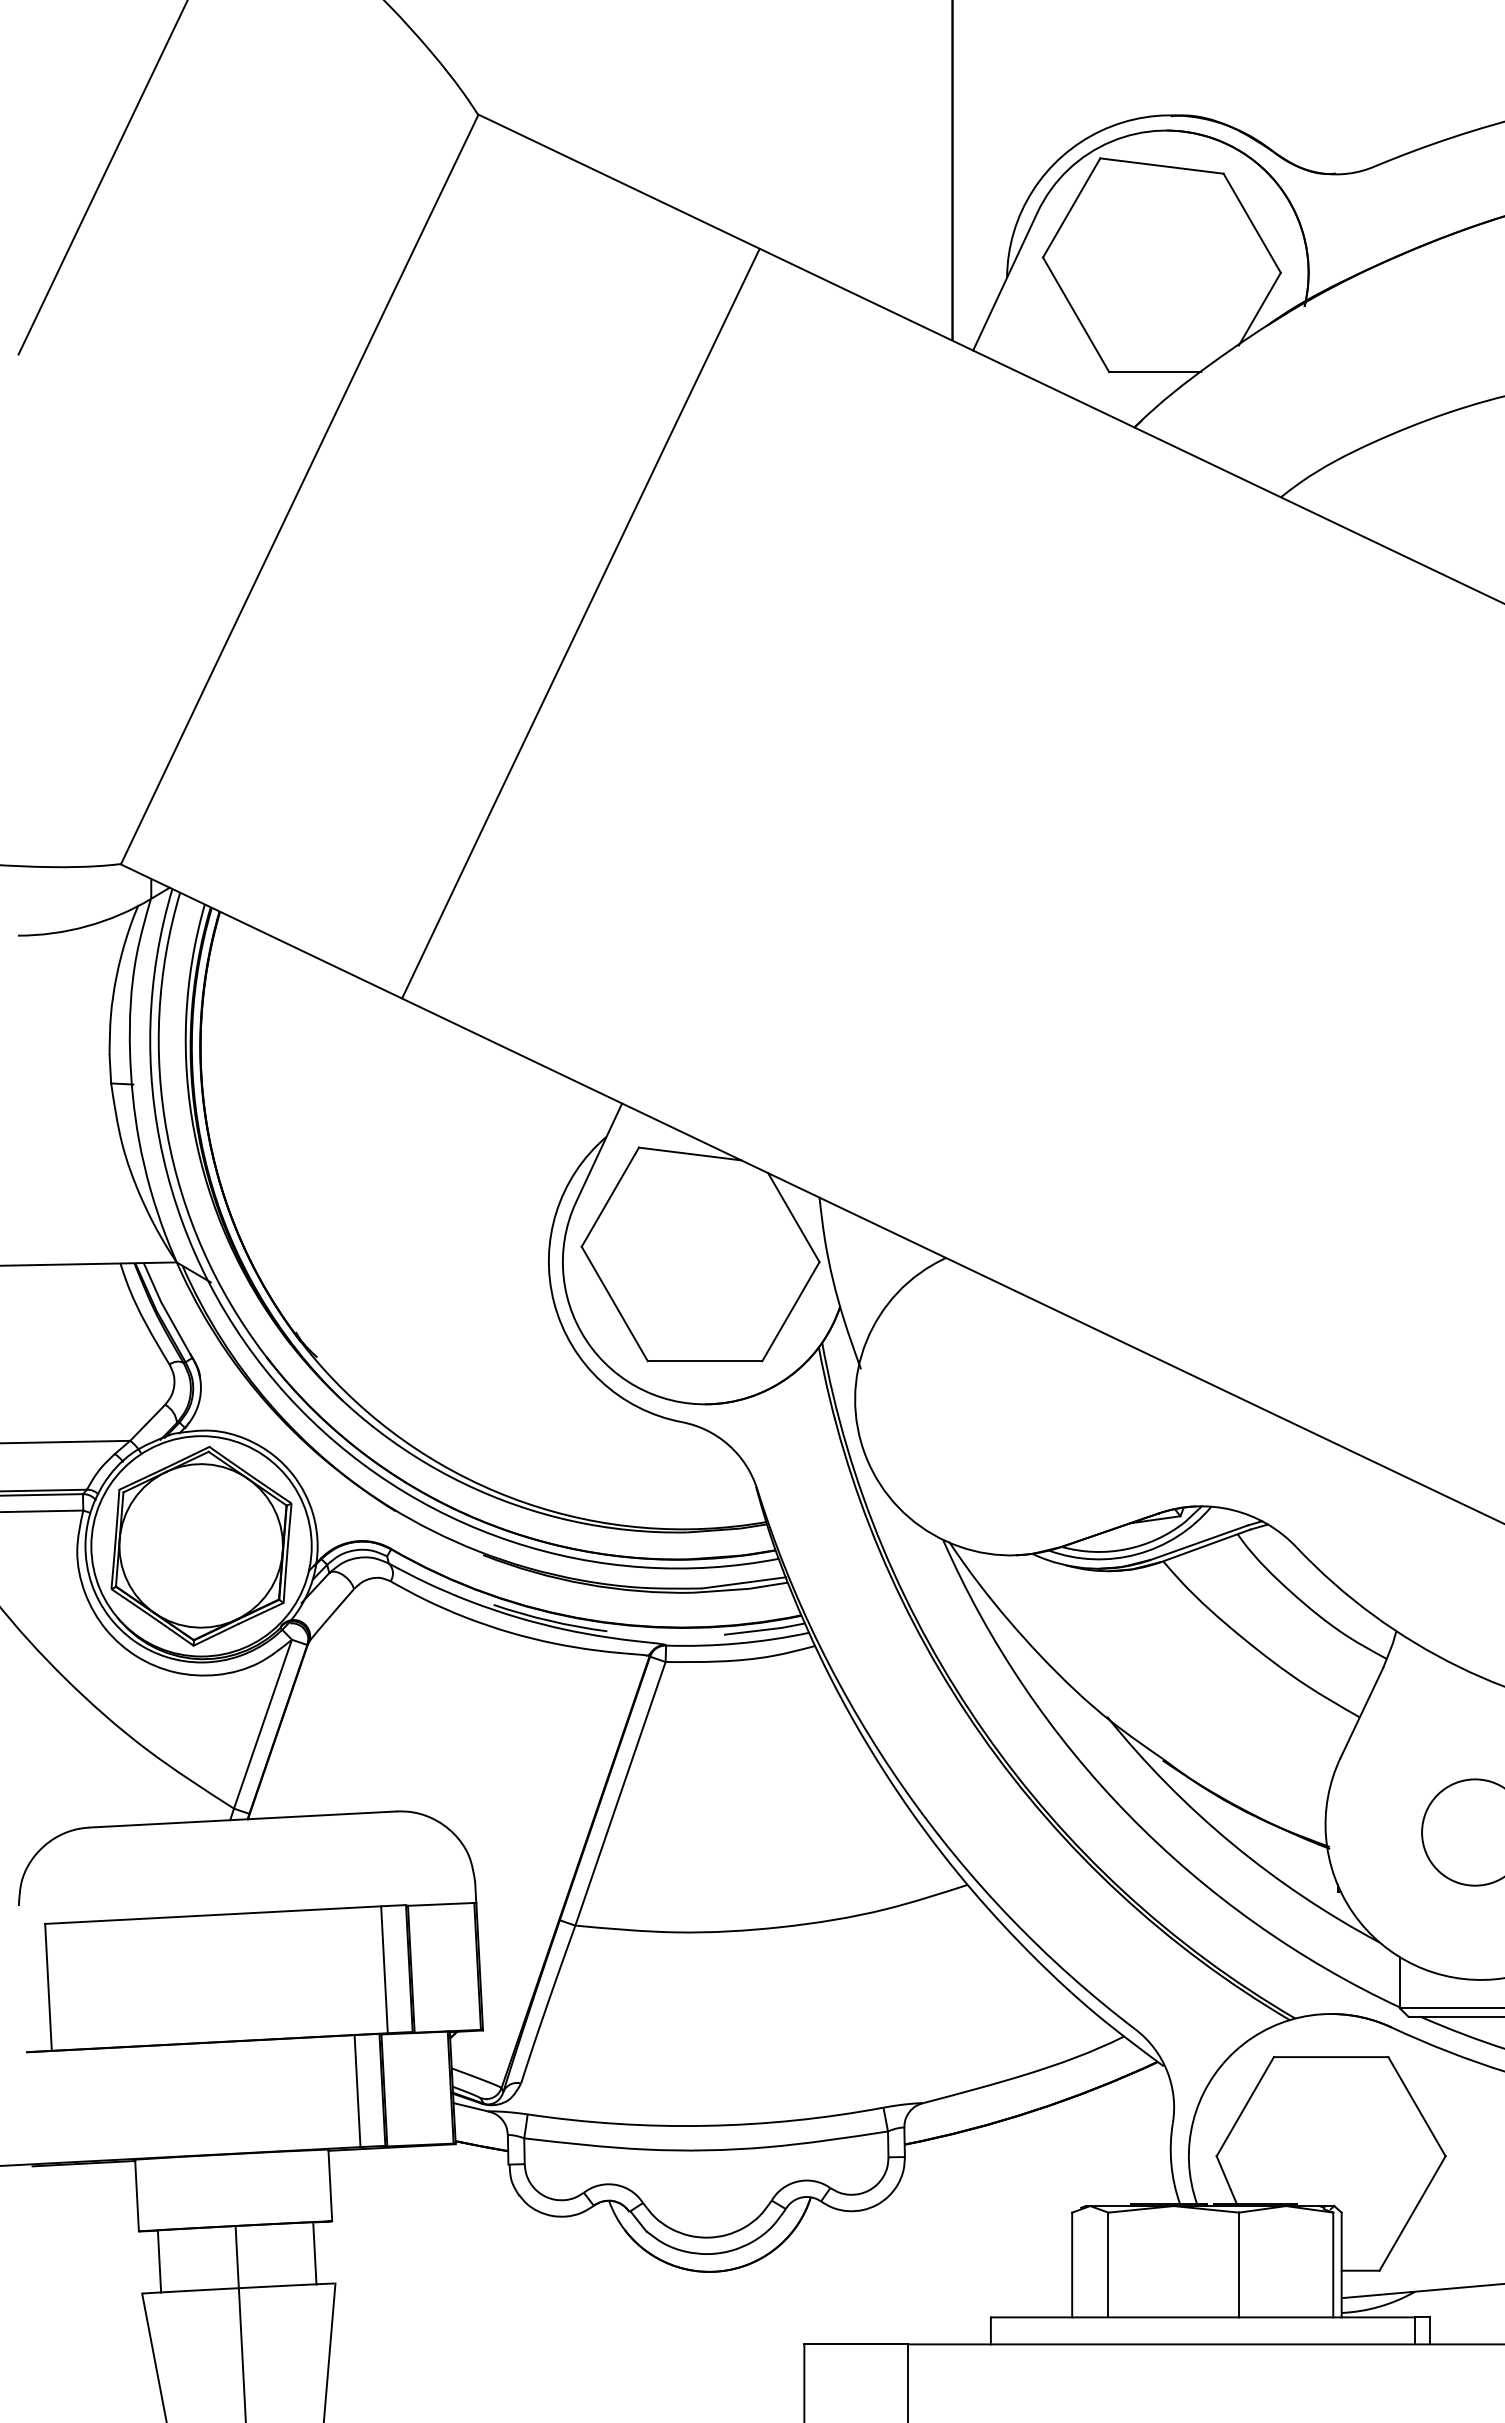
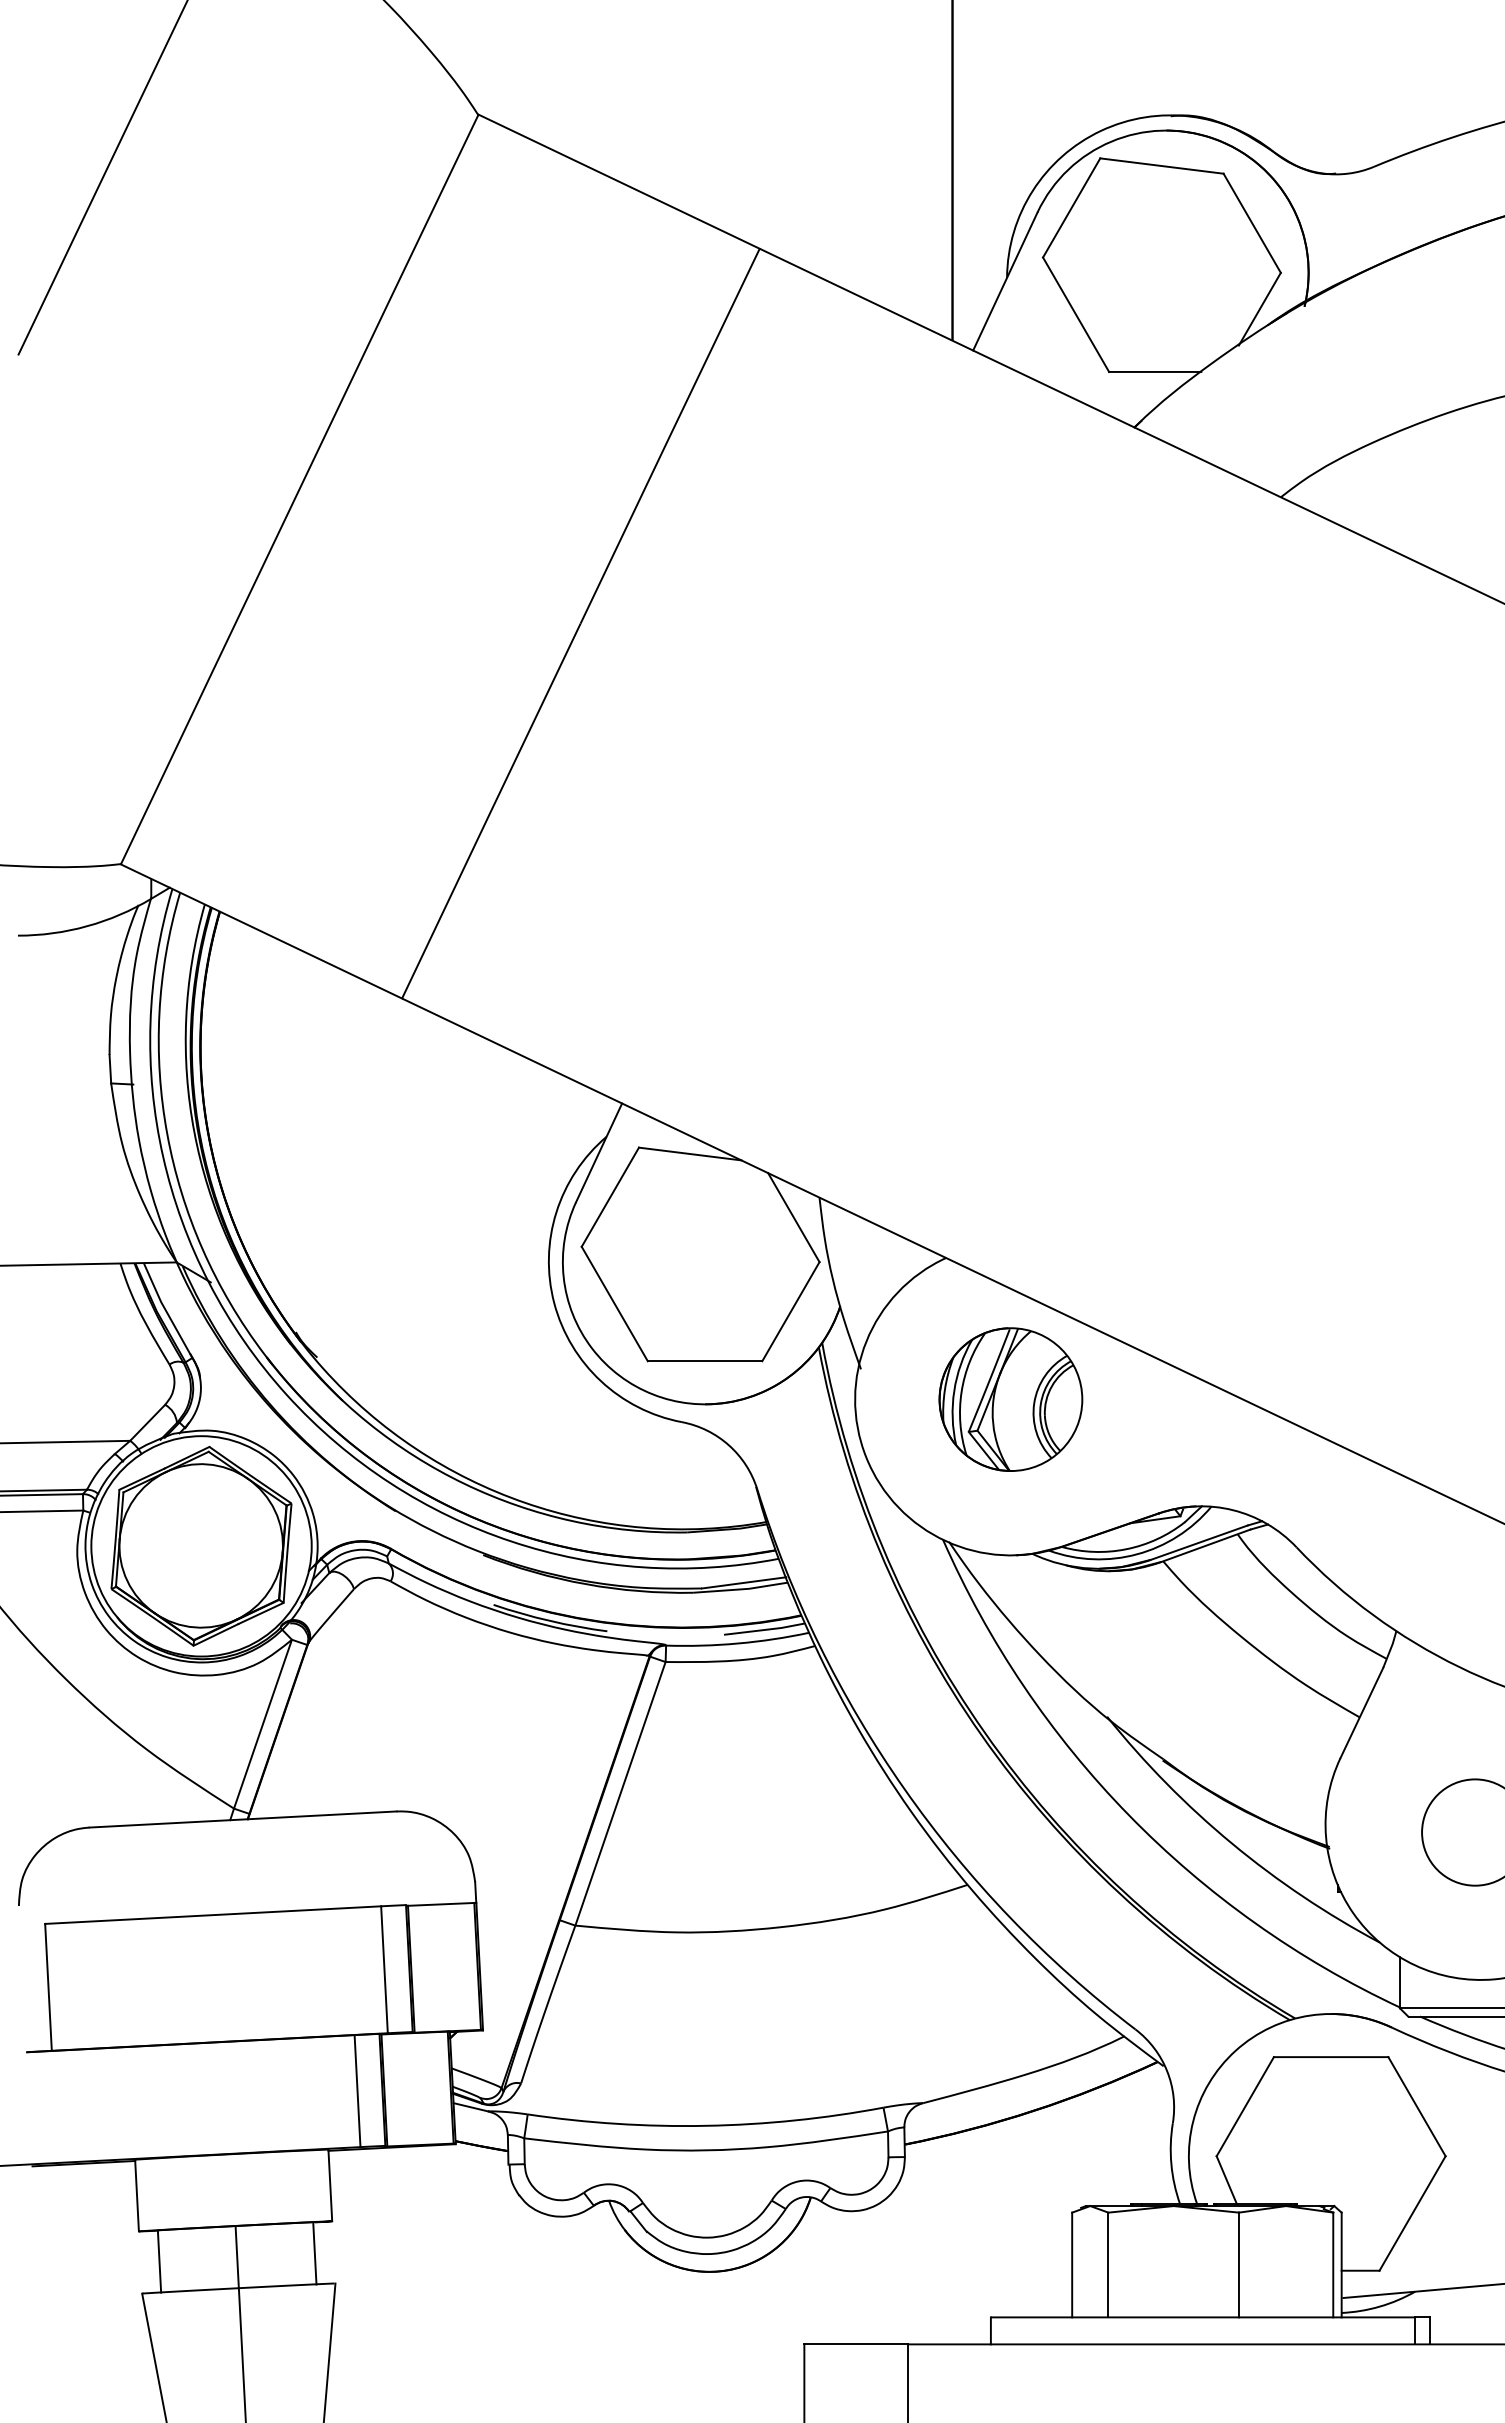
part at (1010, 1399): none -> present
